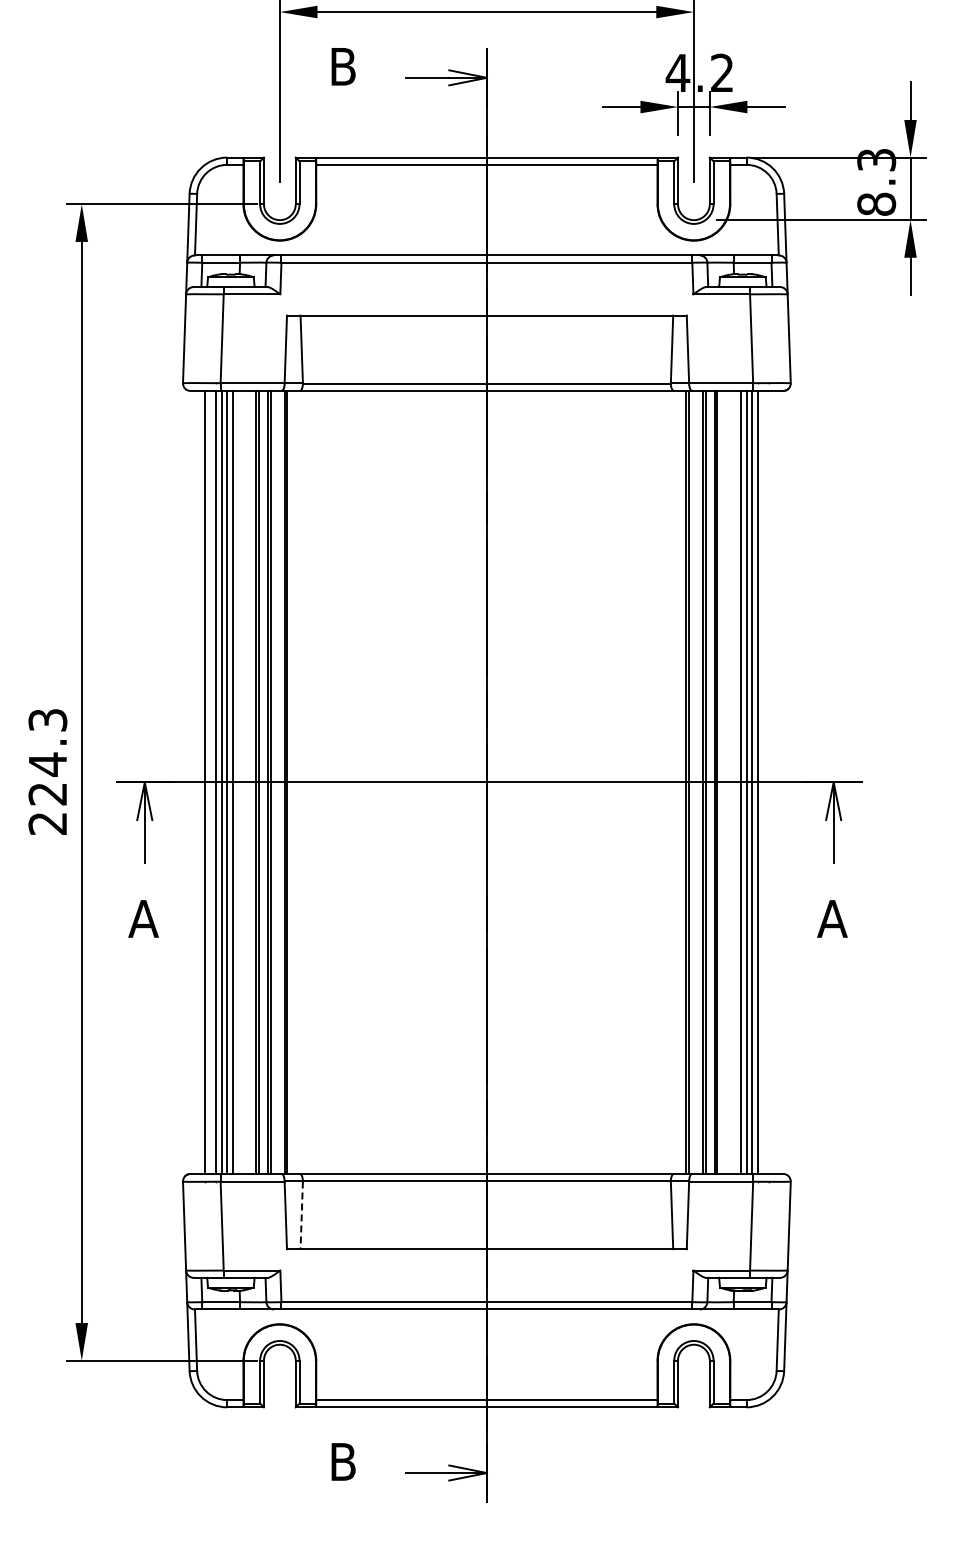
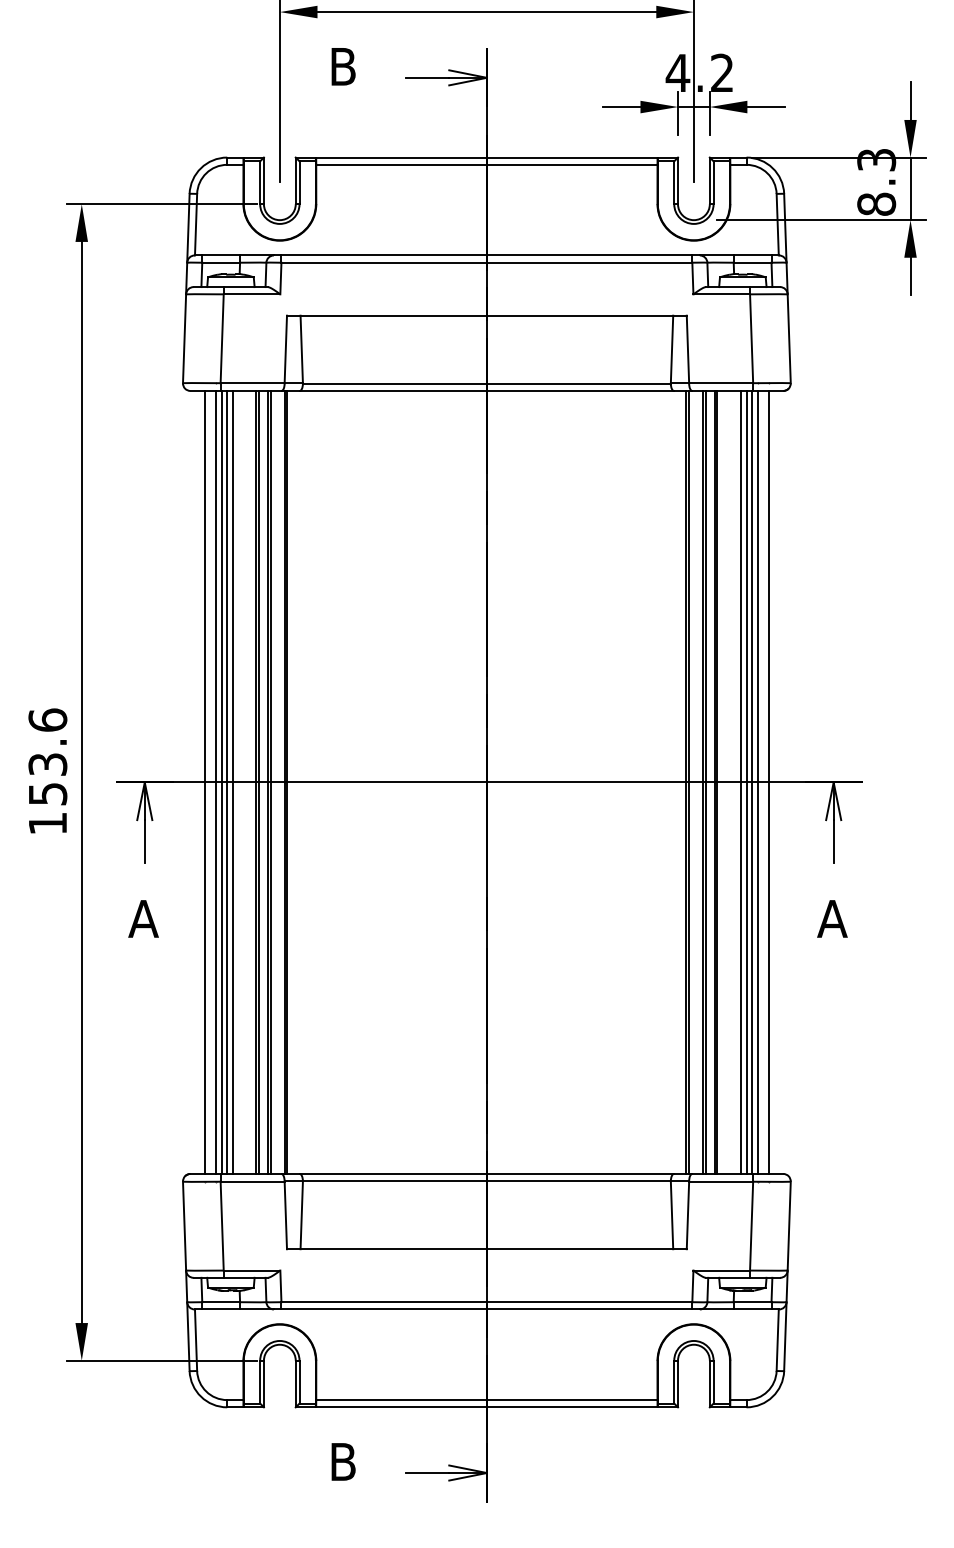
text at (47, 771): 224.3 -> 153.6
line at (769, 781): none -> present
line at (301, 1215): dashed -> solid
